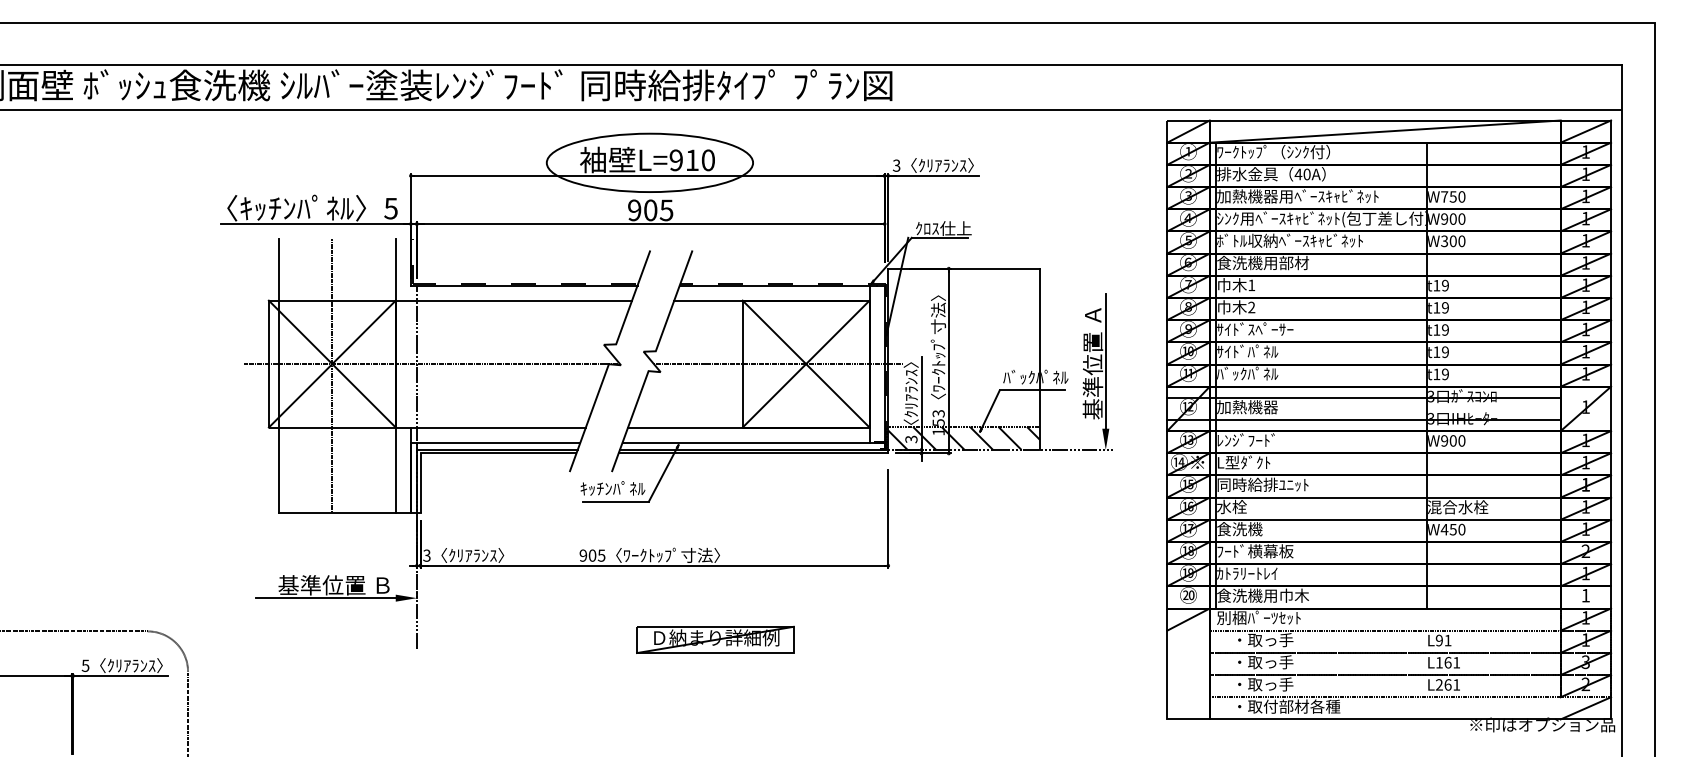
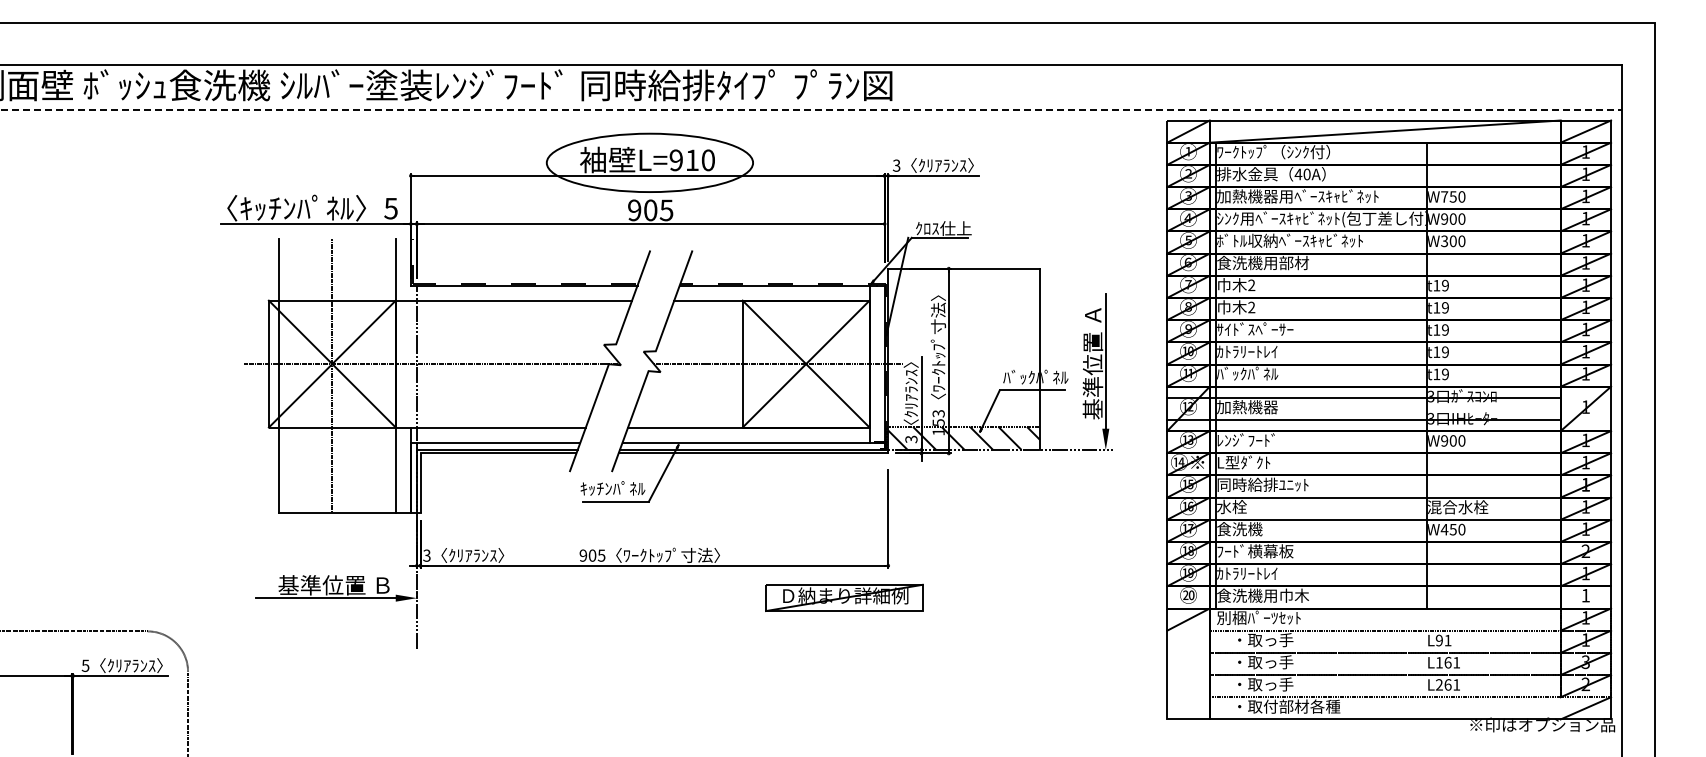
line at (811, 110): solid -> dashed
text at (1251, 284): 1 -> 2
text at (1247, 351): ｻｲﾄﾞﾊﾟﾈﾙ -> ｶﾄﾗﾘｰﾄﾚｲ
part at (715, 639) position: (715, 639) -> (844, 597)
